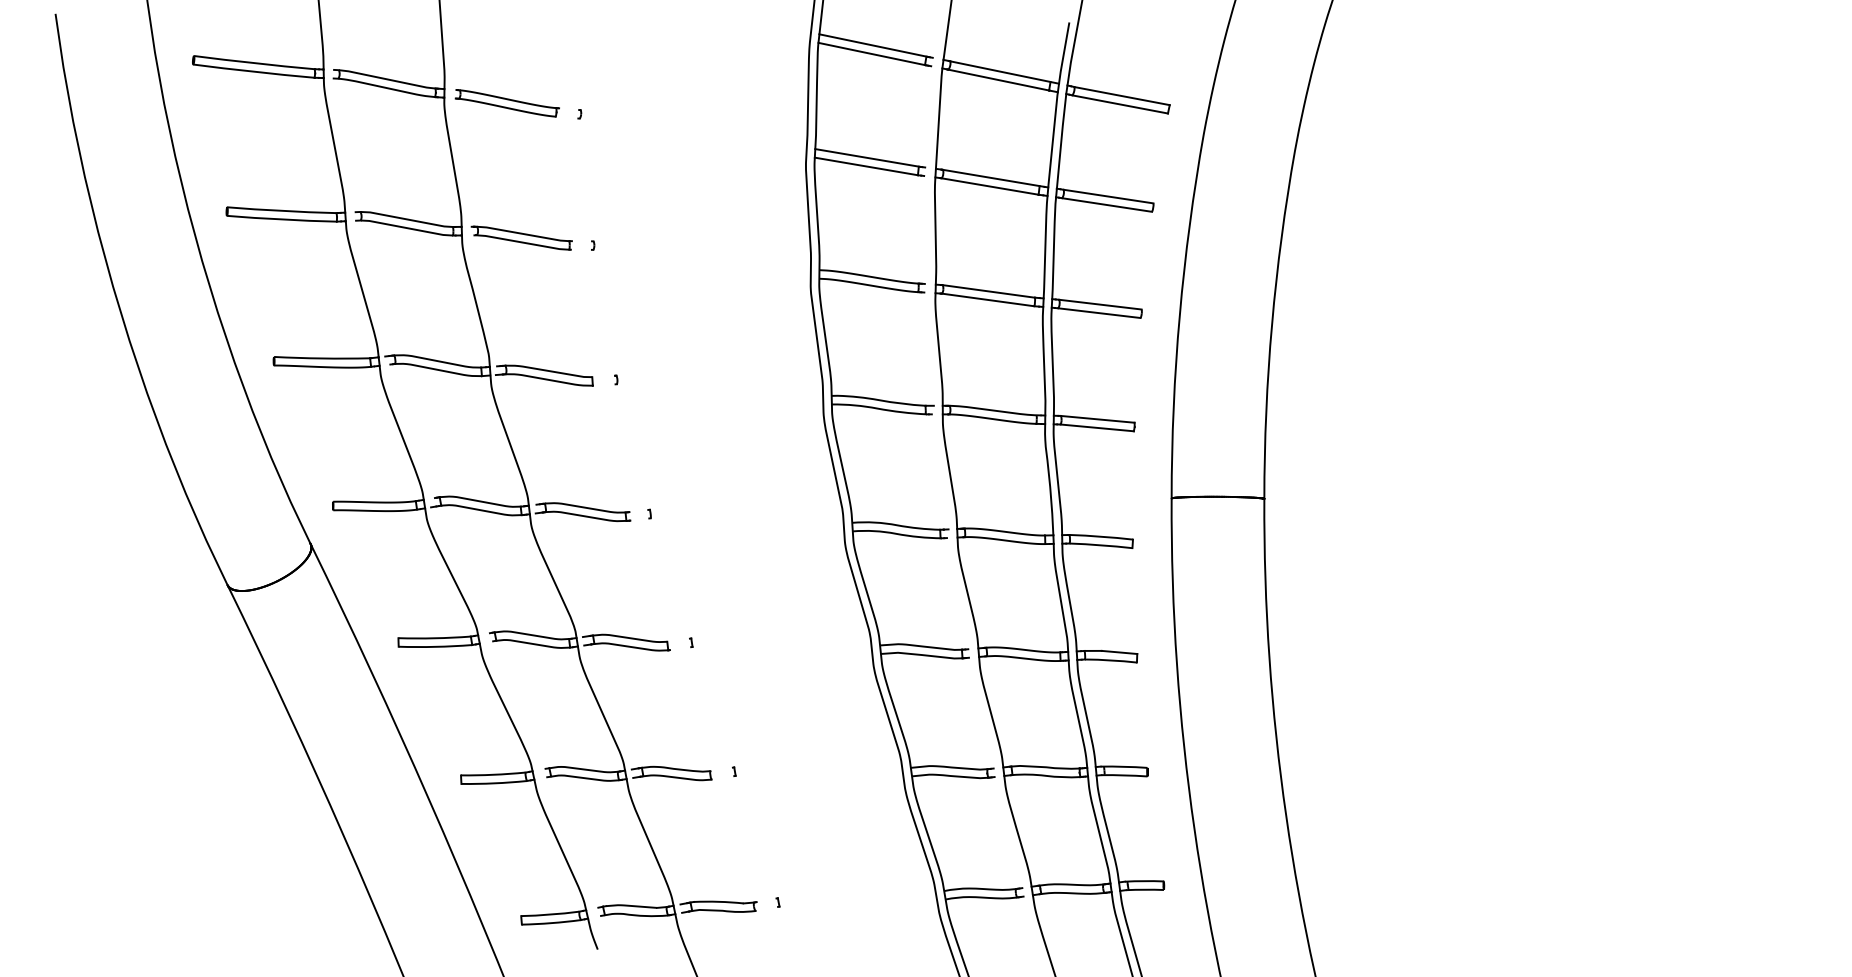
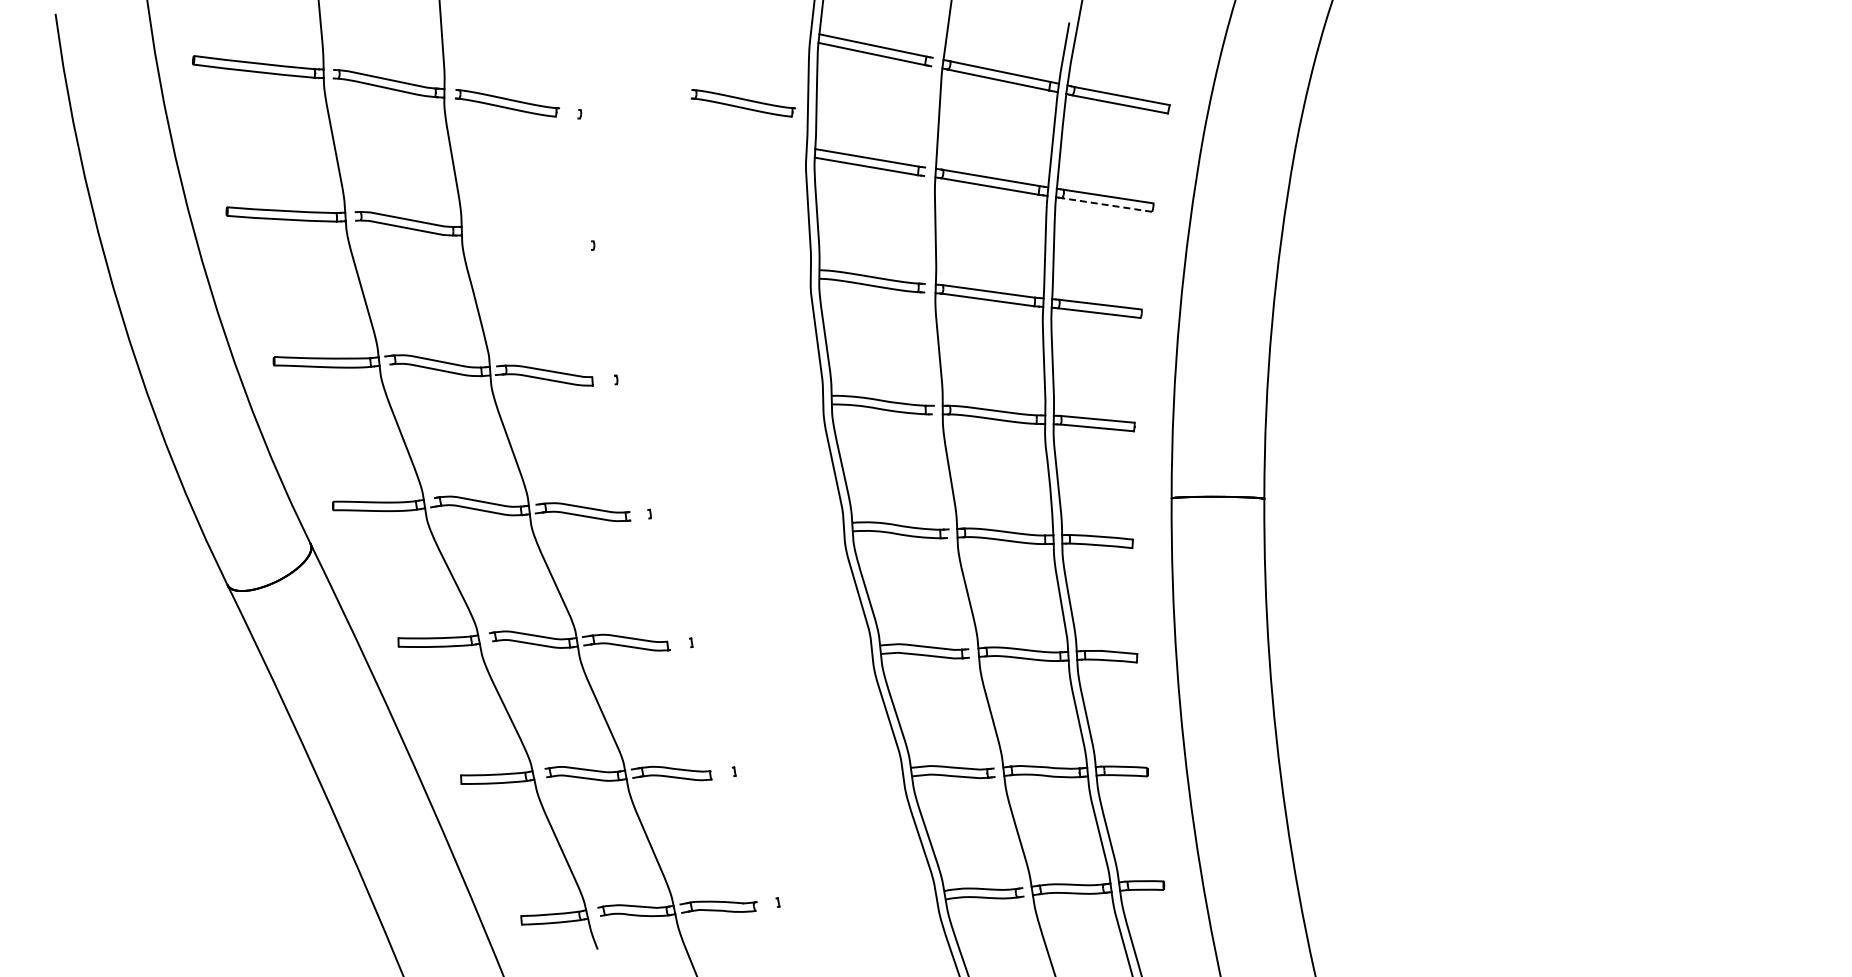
part at (742, 103): none -> present
line at (1106, 204): solid -> dashed
part at (521, 237): present -> none
